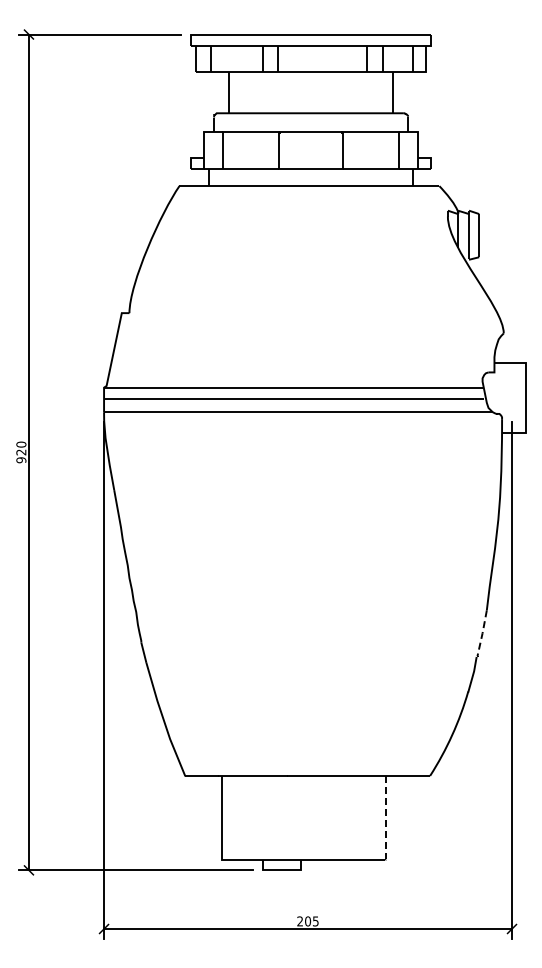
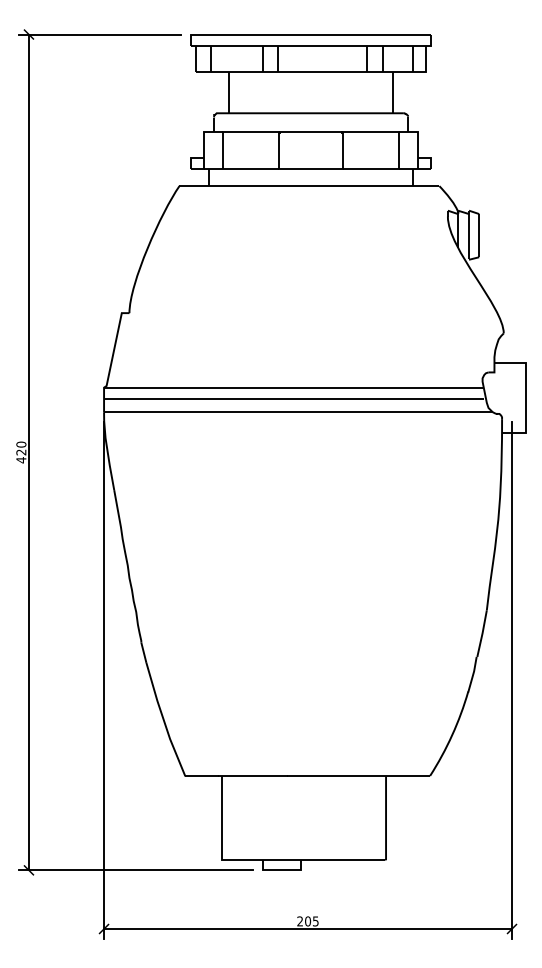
text at (21, 460): 920 -> 420
line at (482, 634): dashed -> solid
line at (386, 819): dashed -> solid
